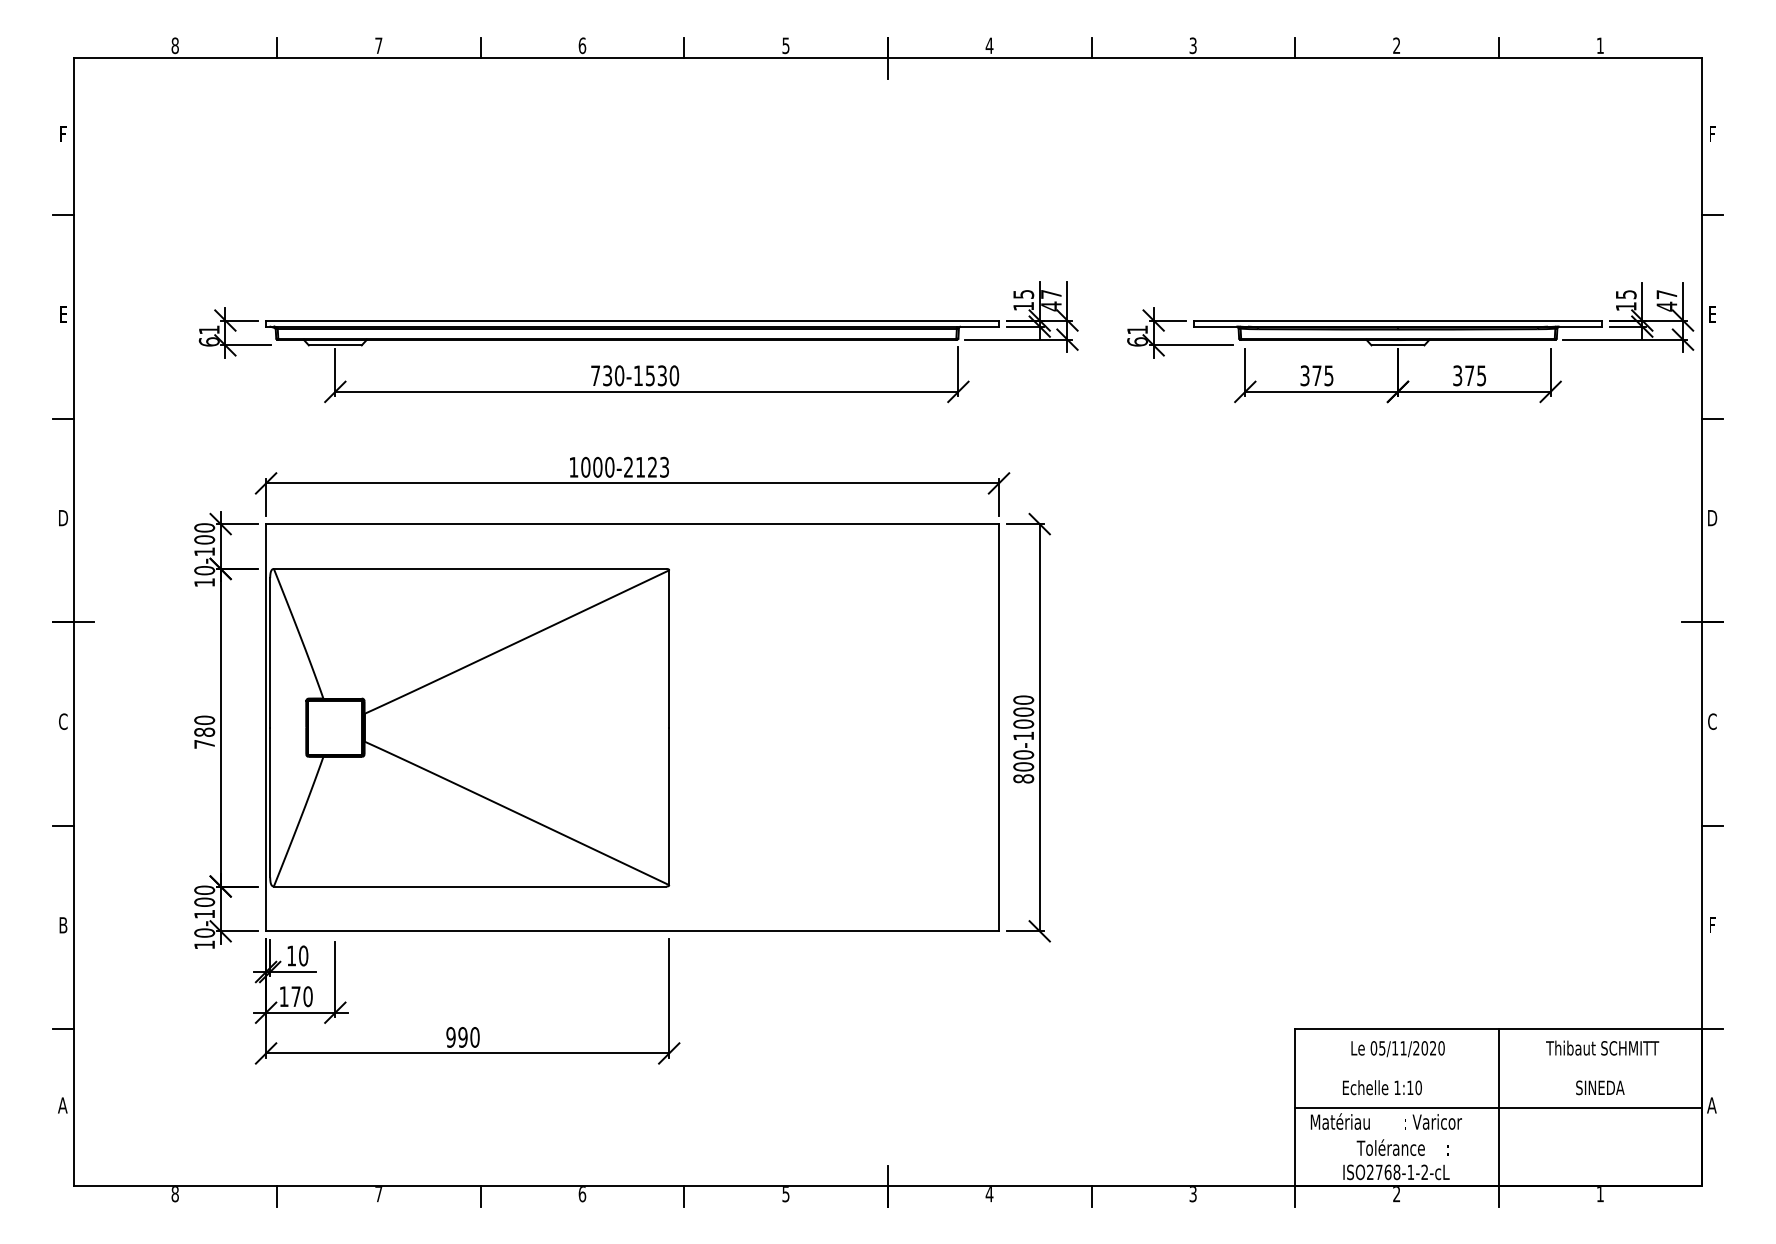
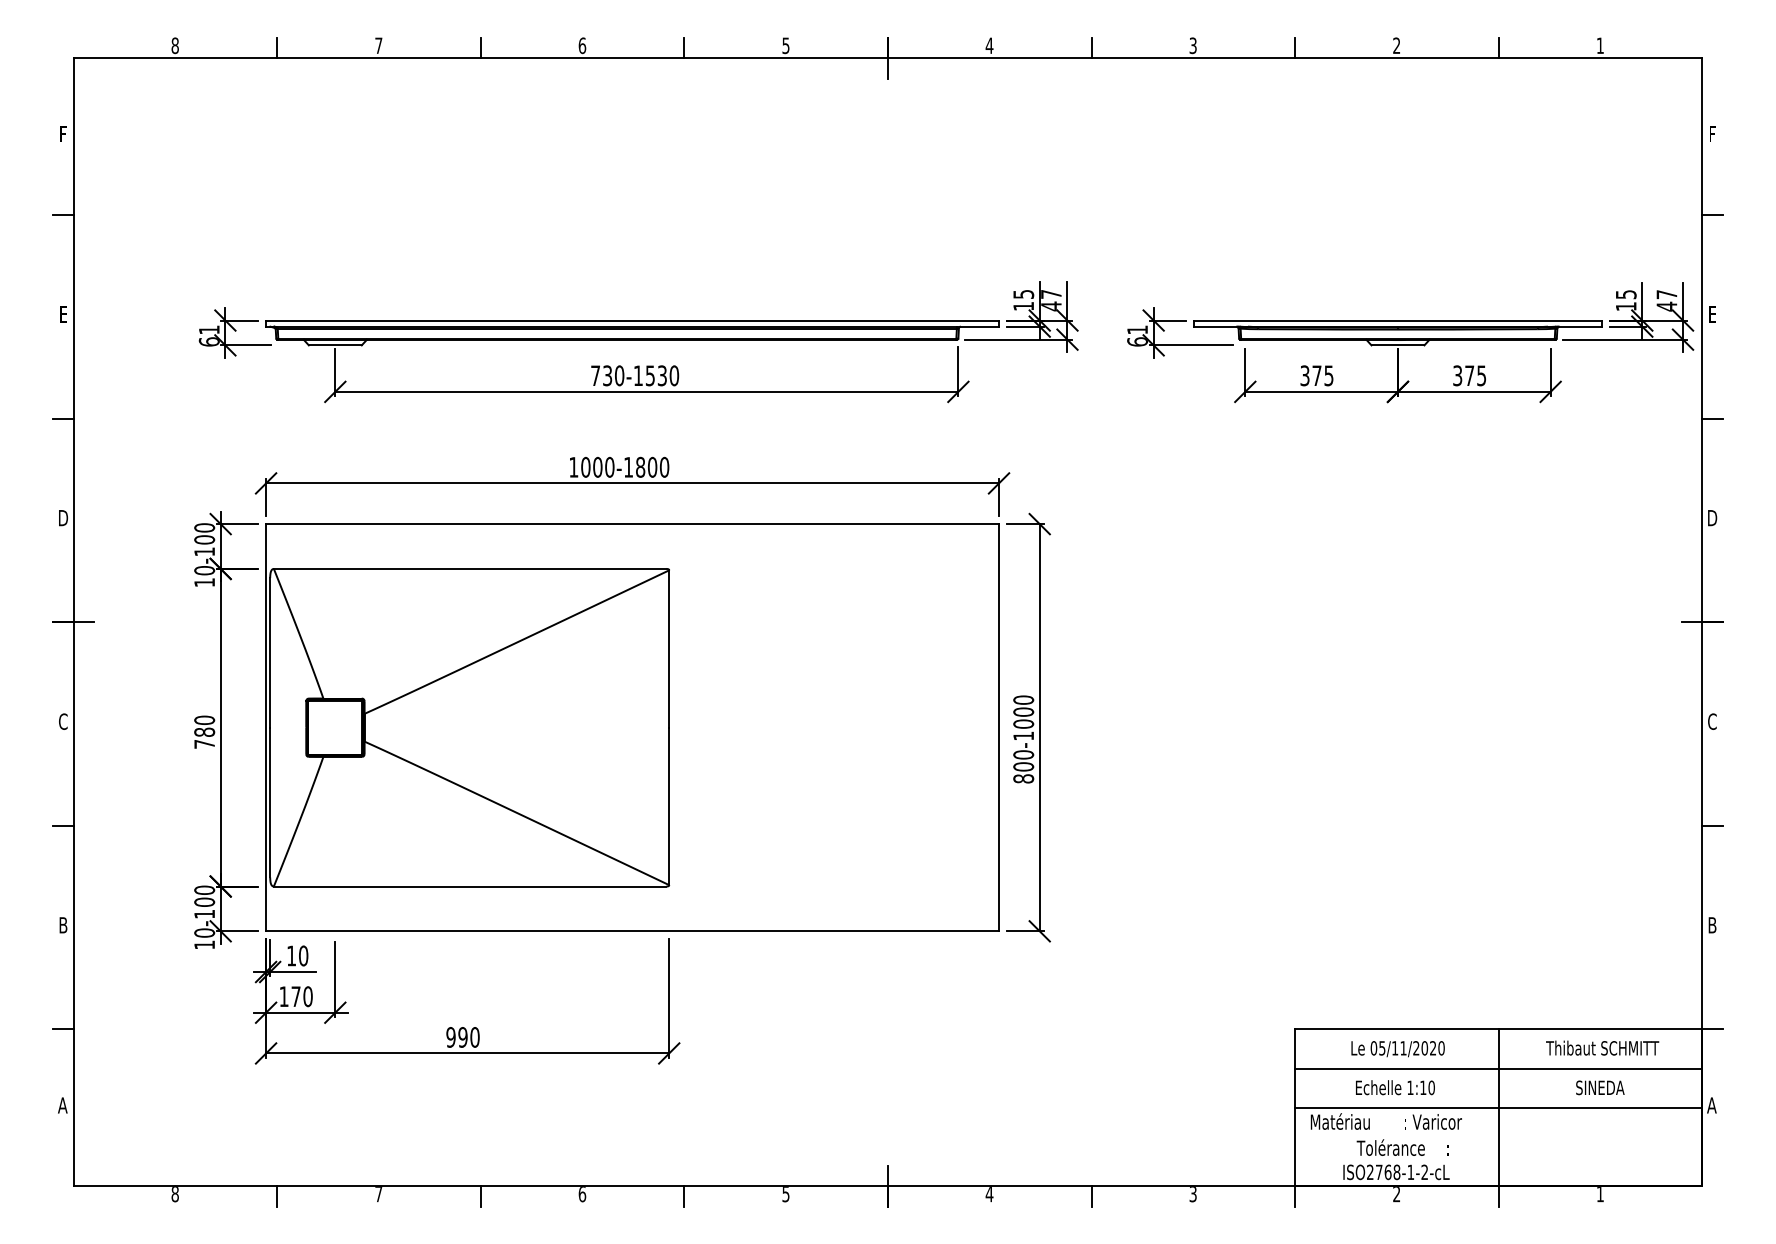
text at (646, 466): 1000-2123 -> 1000-1800
text at (1712, 925): F -> B
line at (1498, 1068): none -> present
text at (1382, 1087) position: (1382, 1087) -> (1395, 1087)
